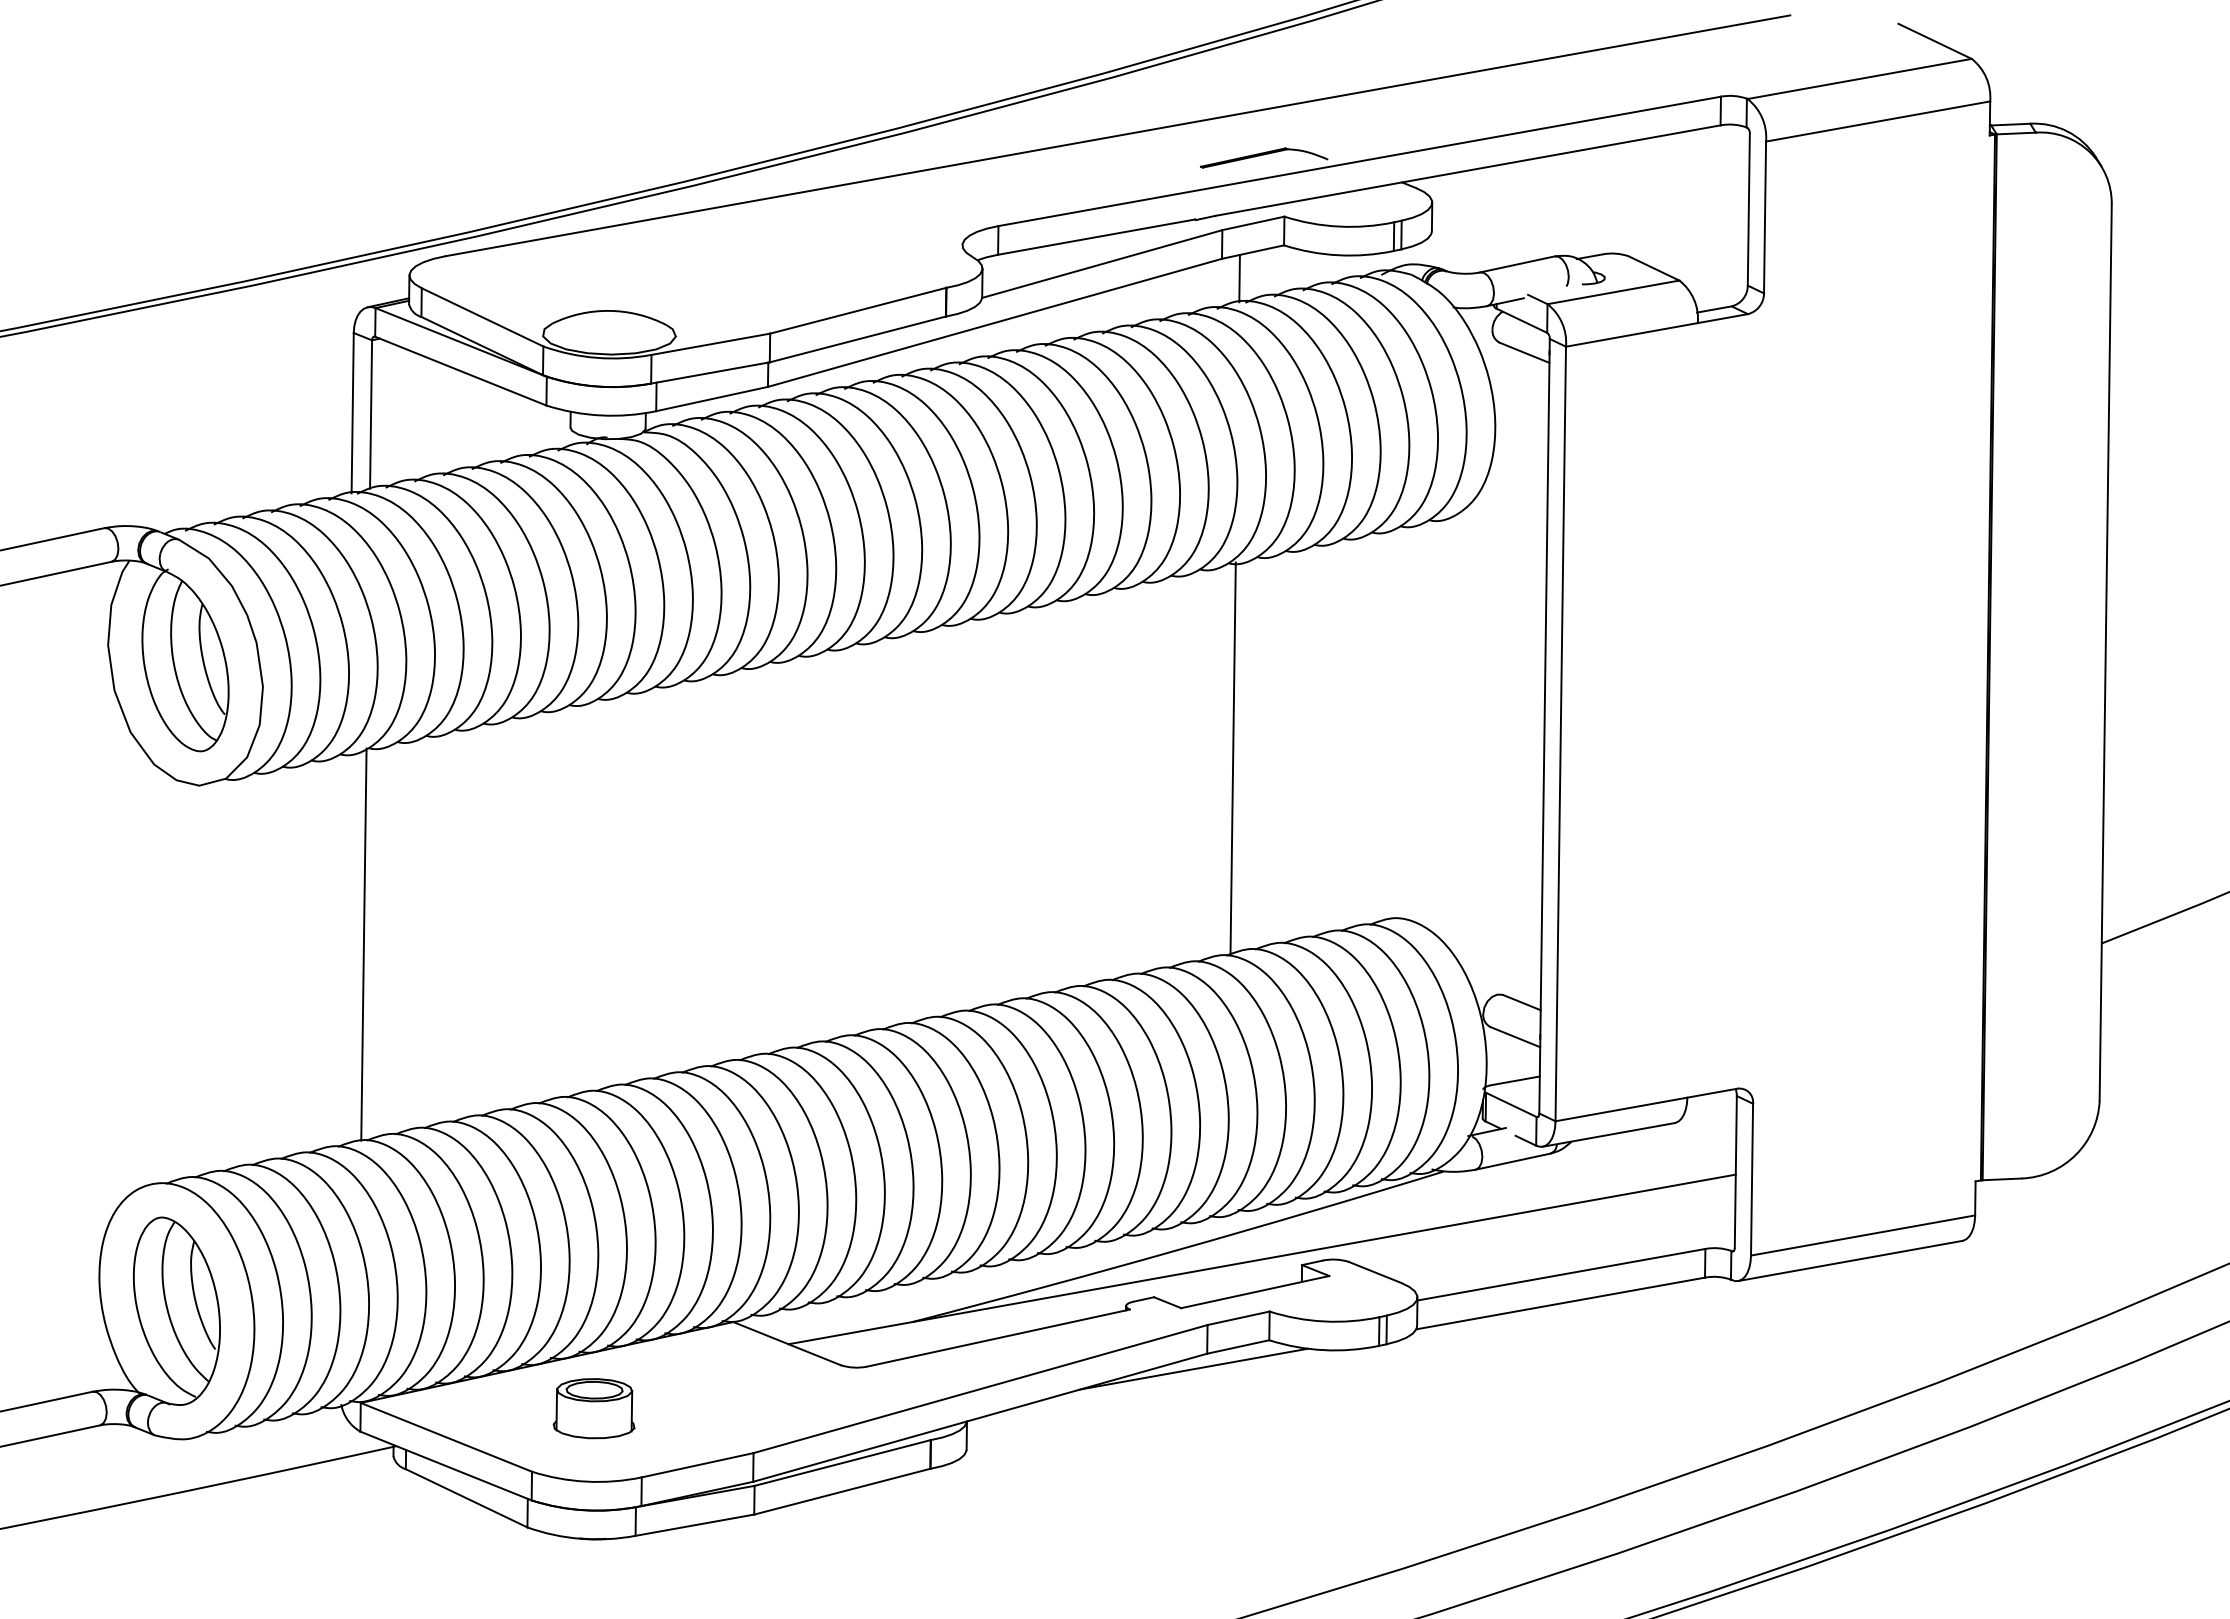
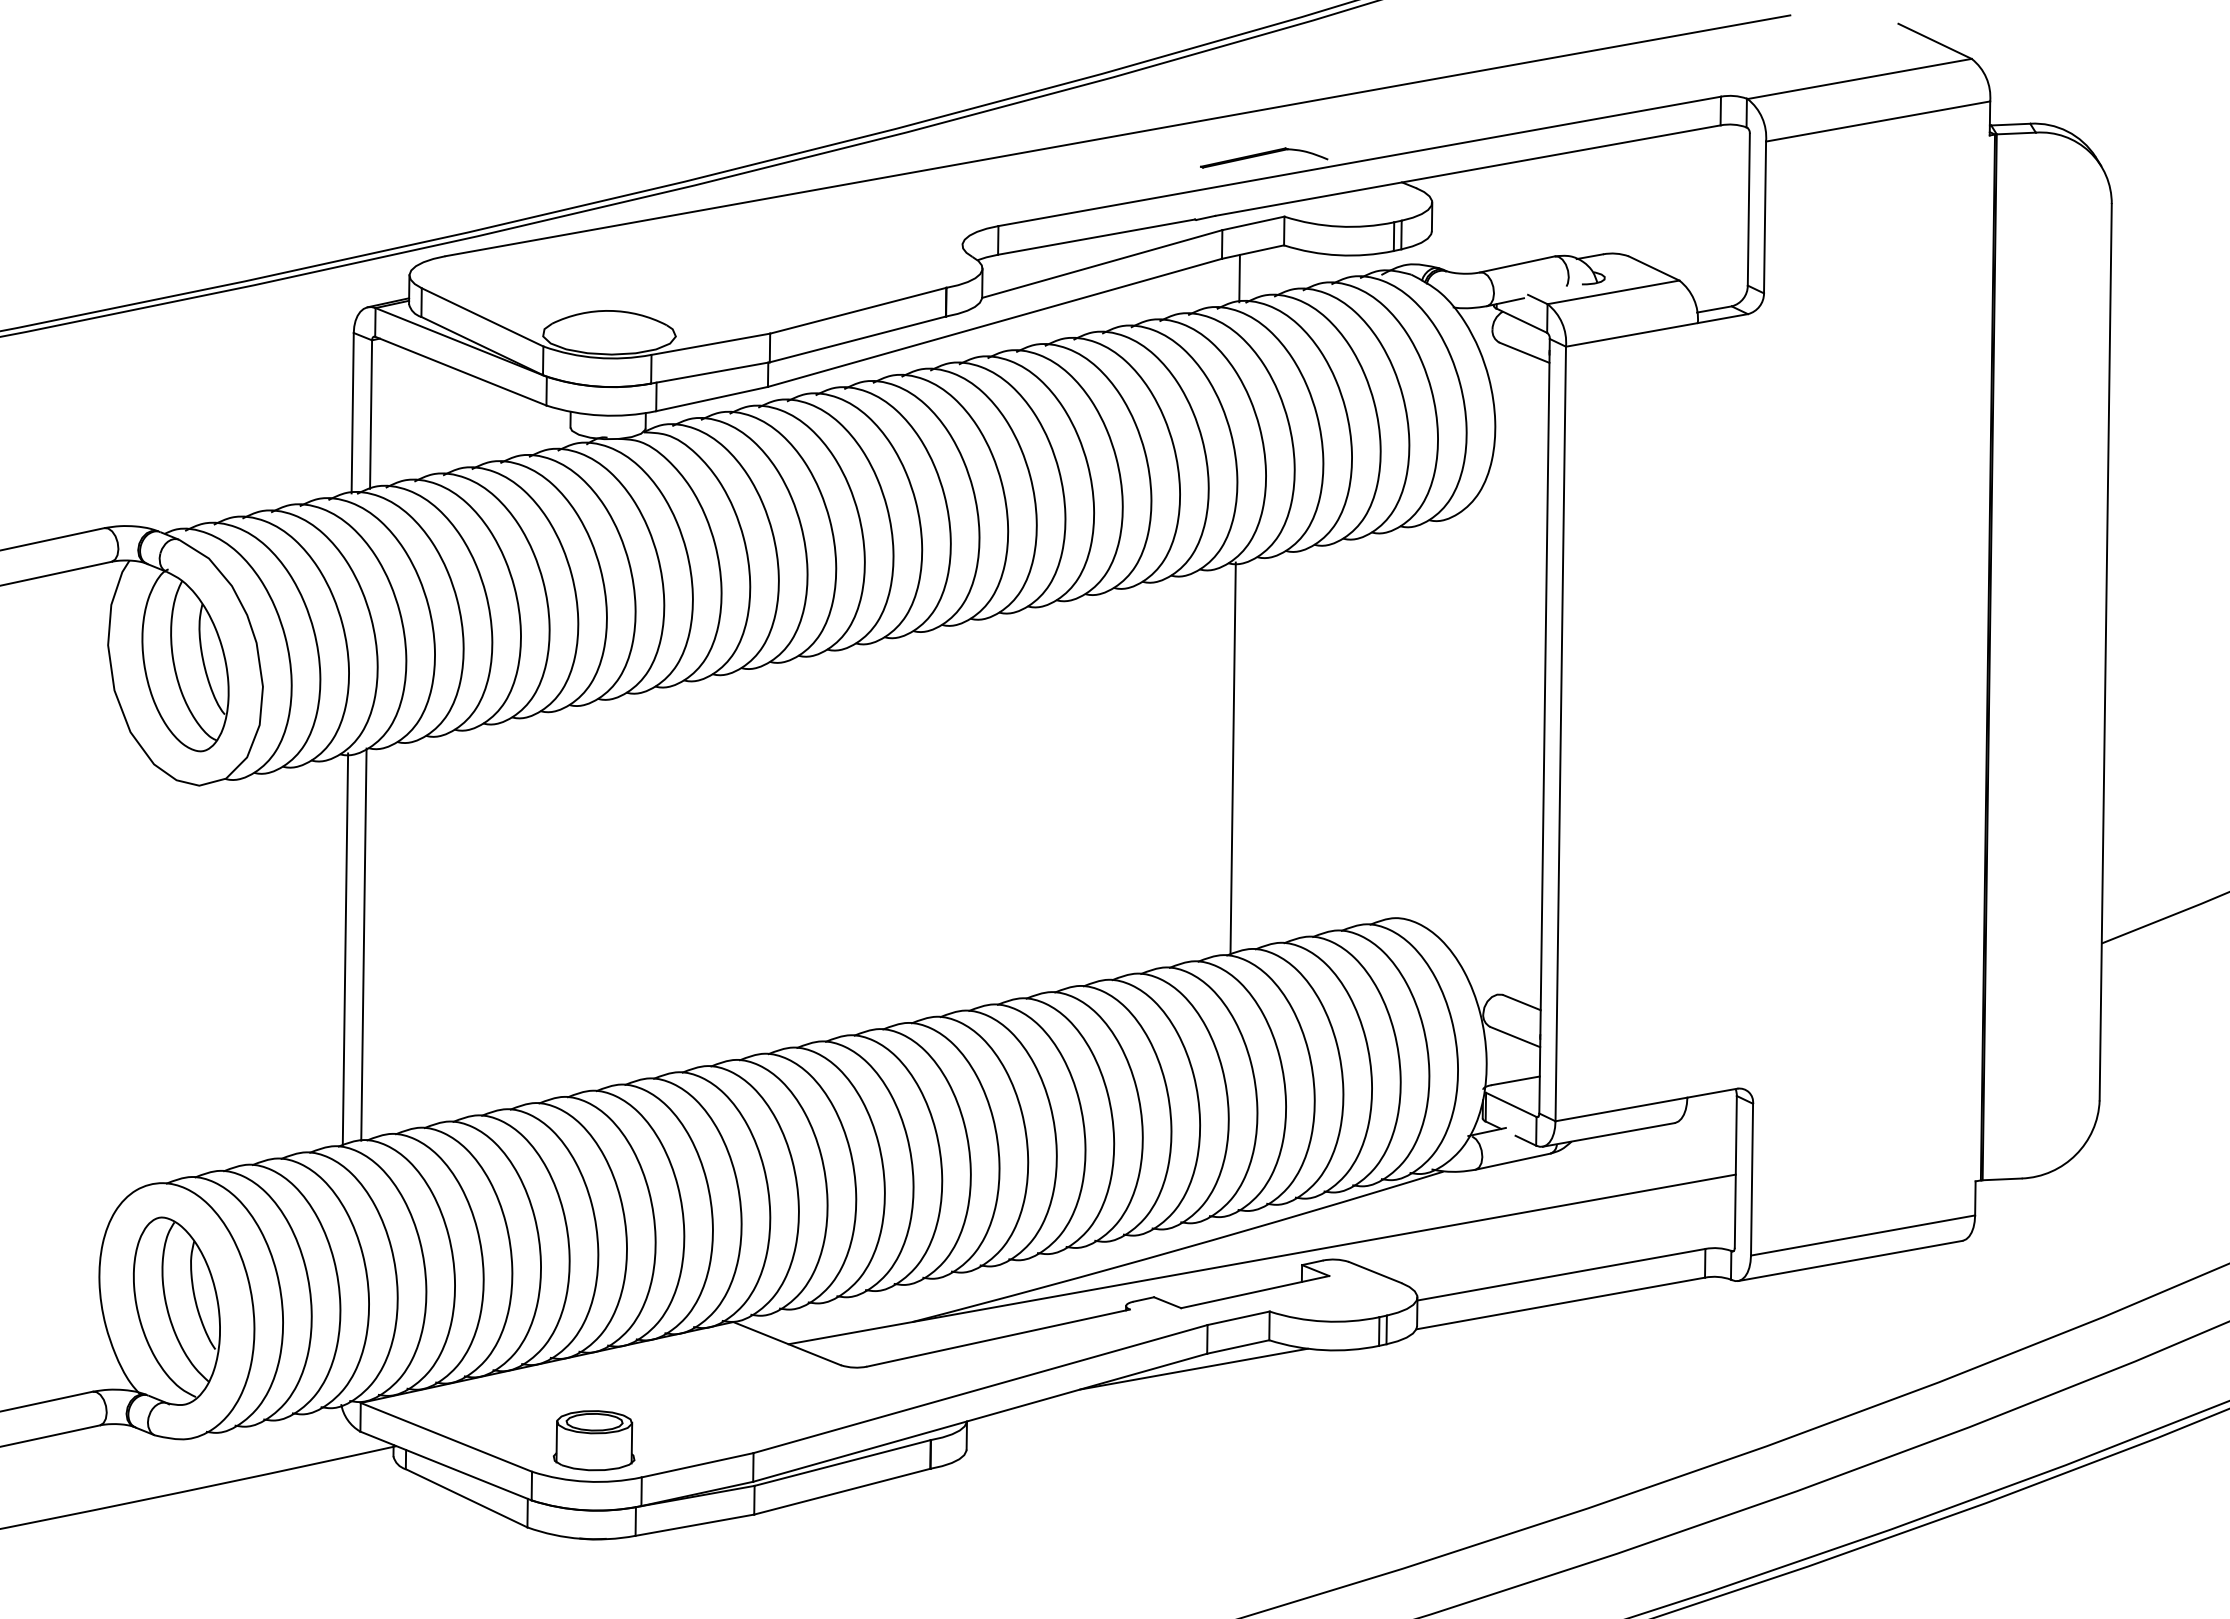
line at (345, 949): none -> present
part at (593, 1408) position: (593, 1408) -> (593, 1440)
